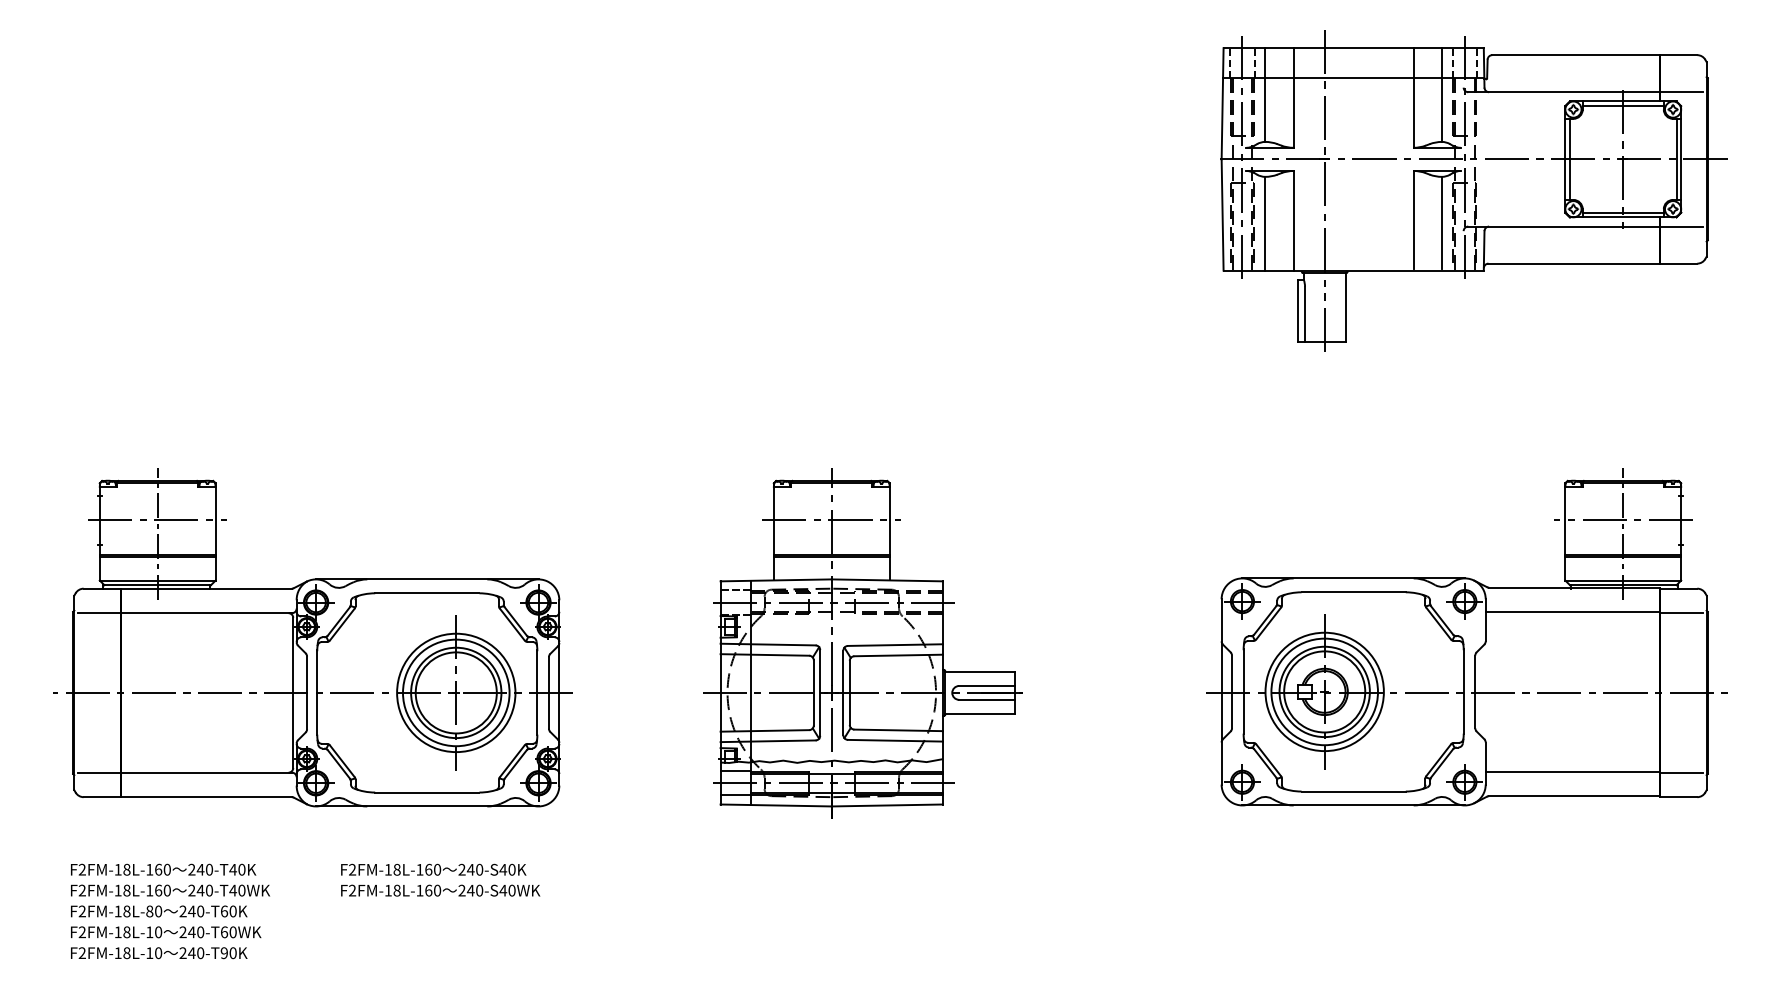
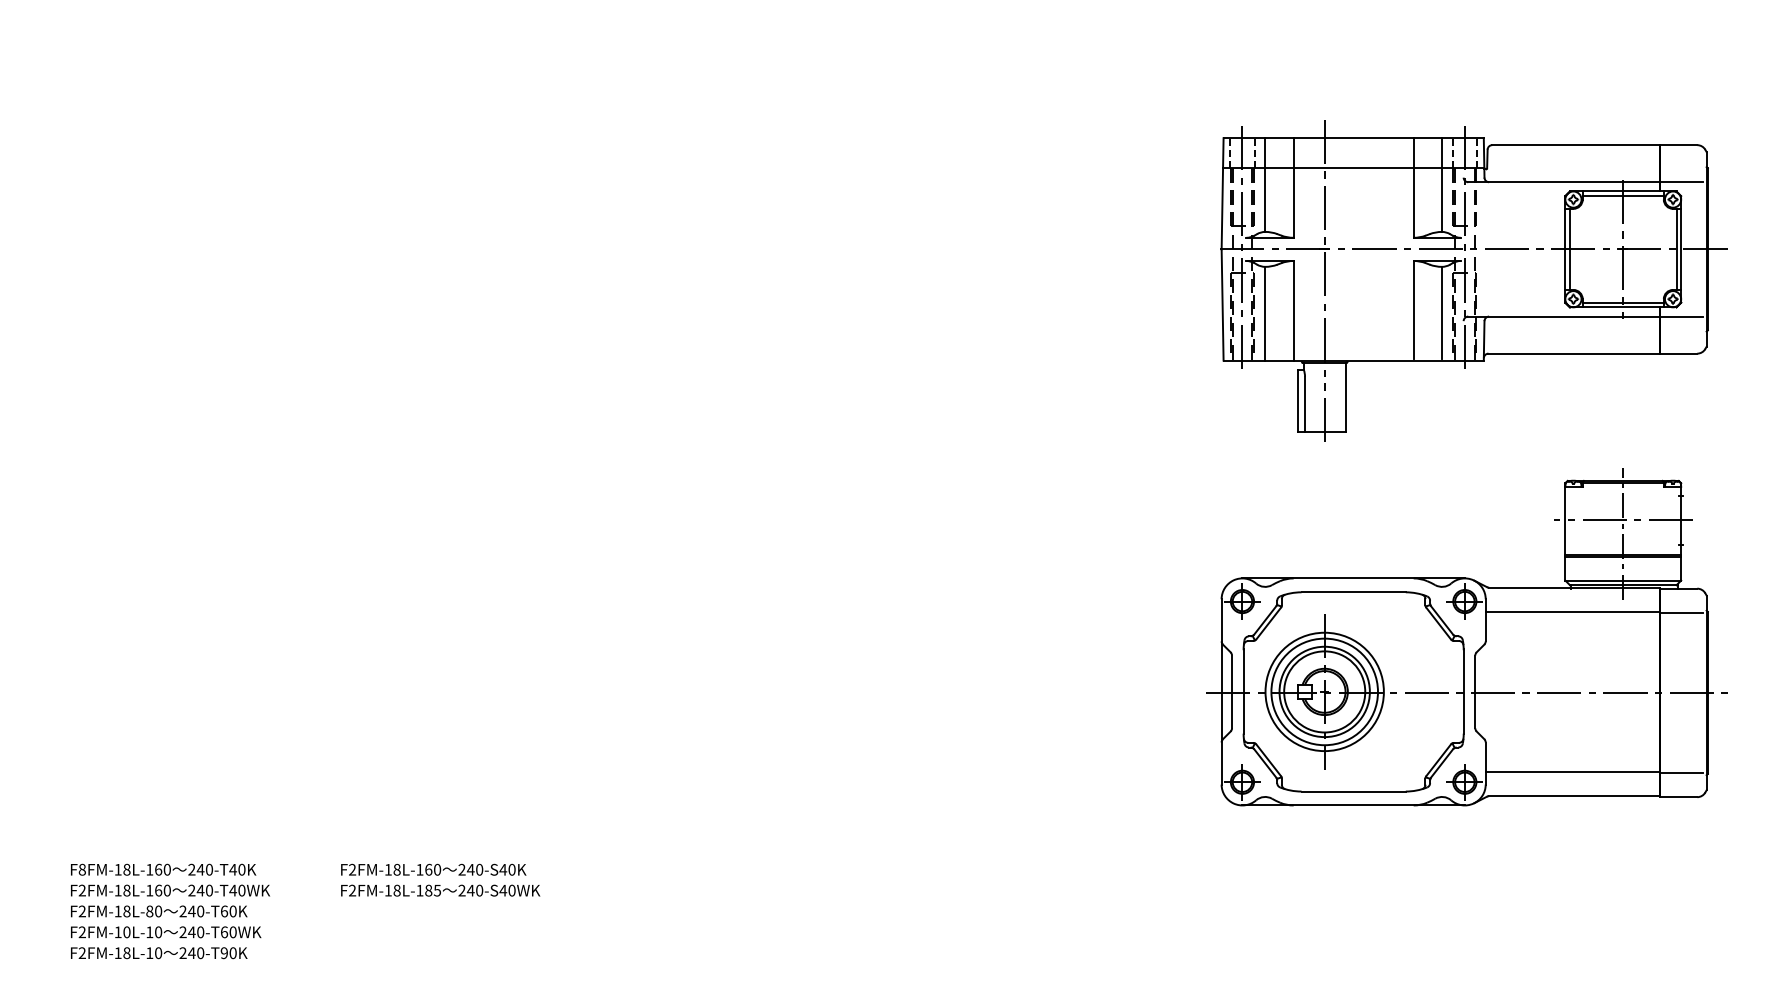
part at (1473, 190) position: (1473, 190) -> (1473, 280)
part at (312, 637): present -> none
part at (862, 643): present -> none
text at (81, 869): F2FM-18L-160 -> F8FM-18L-160
text at (433, 890): F2FM-18L-160 -> F2FM-18L-185
text at (126, 931): F2FM-18L-10 -> F2FM-10L-10
